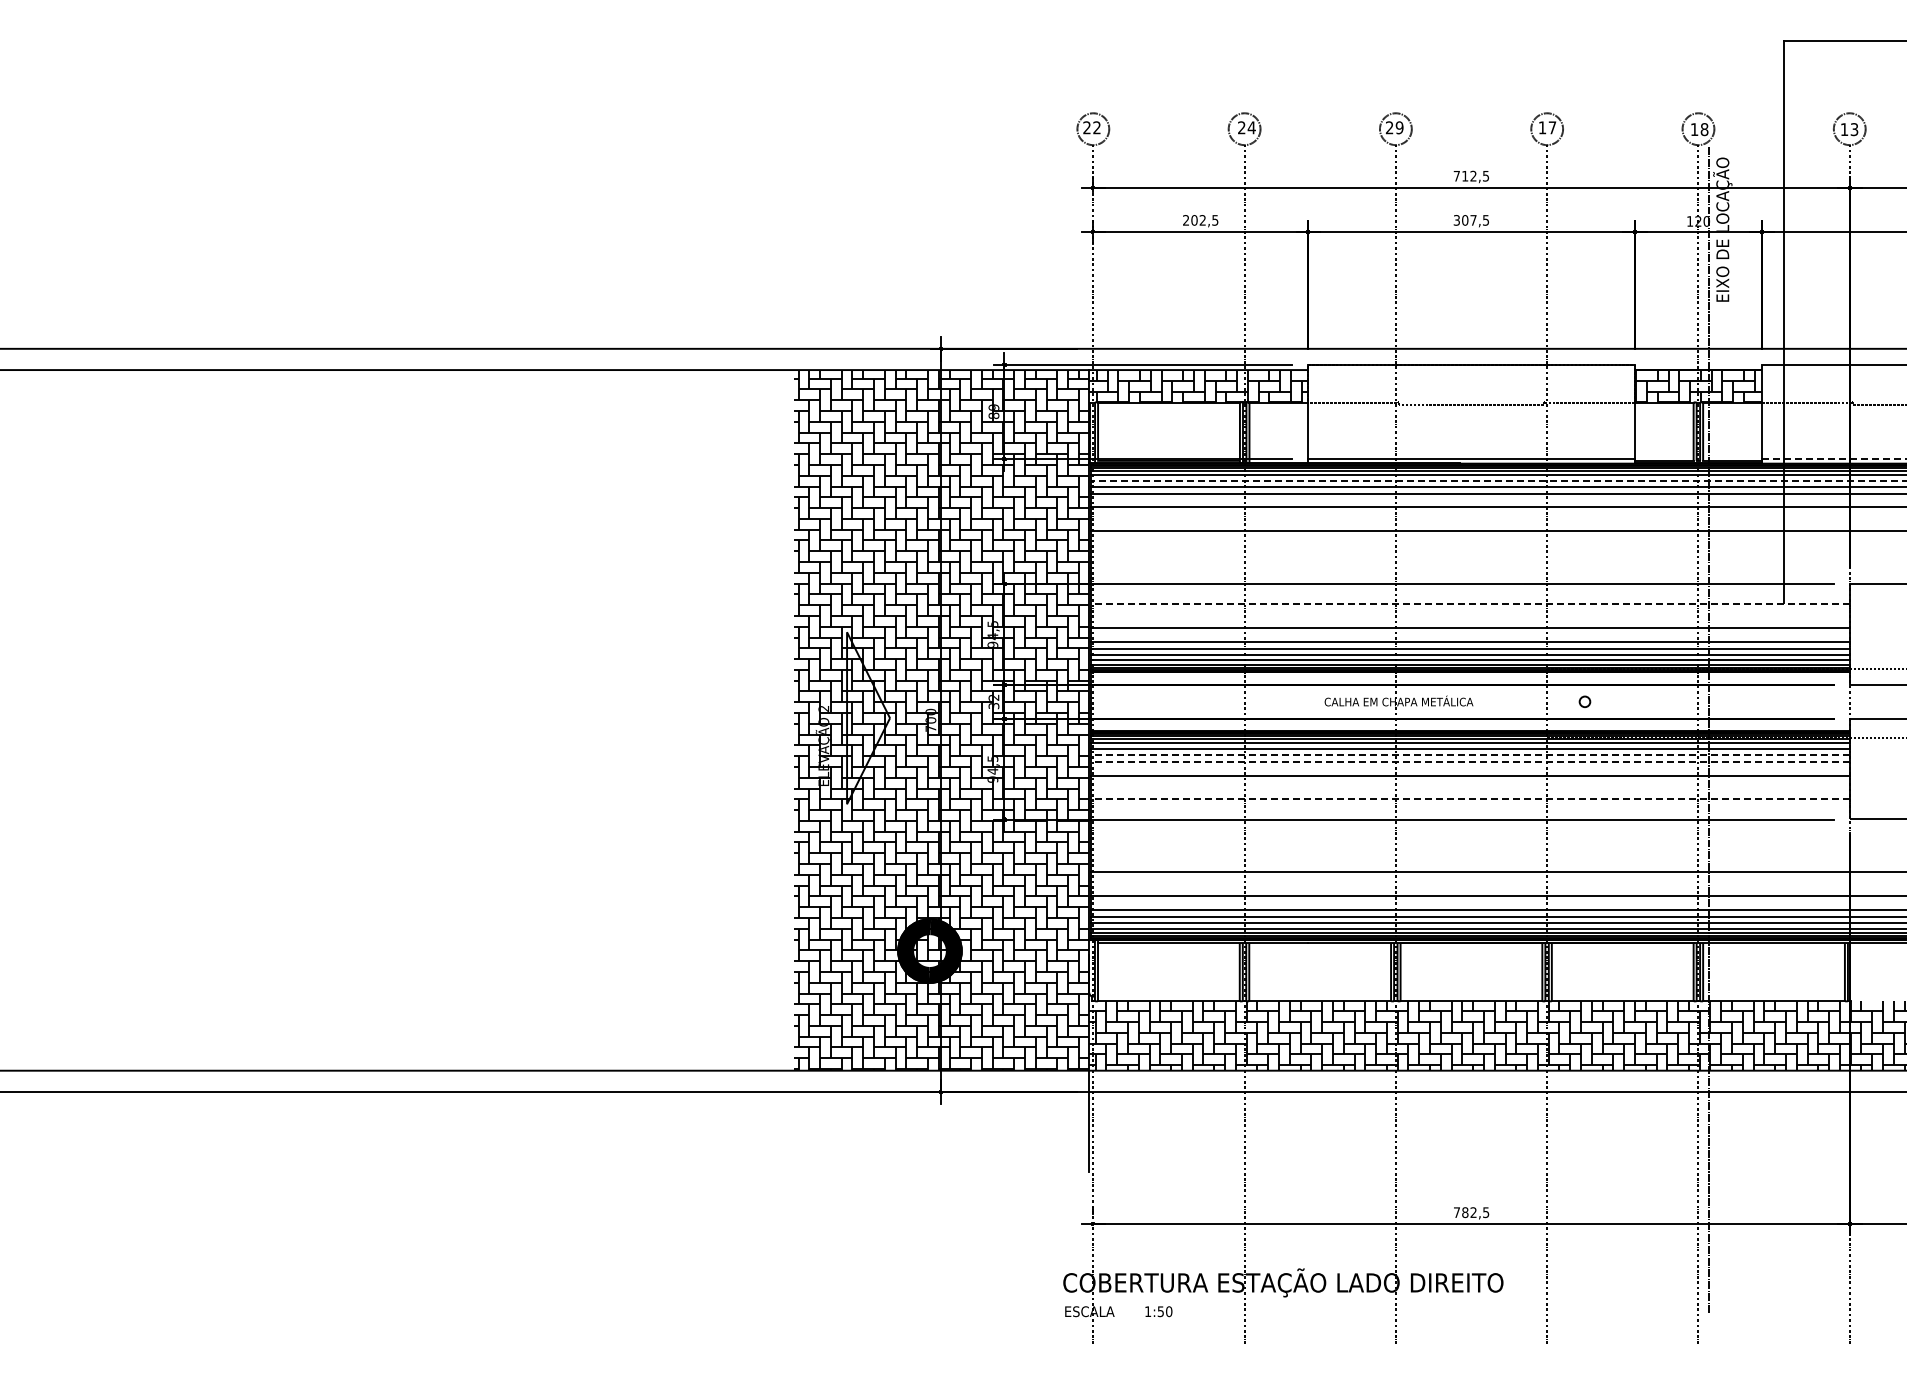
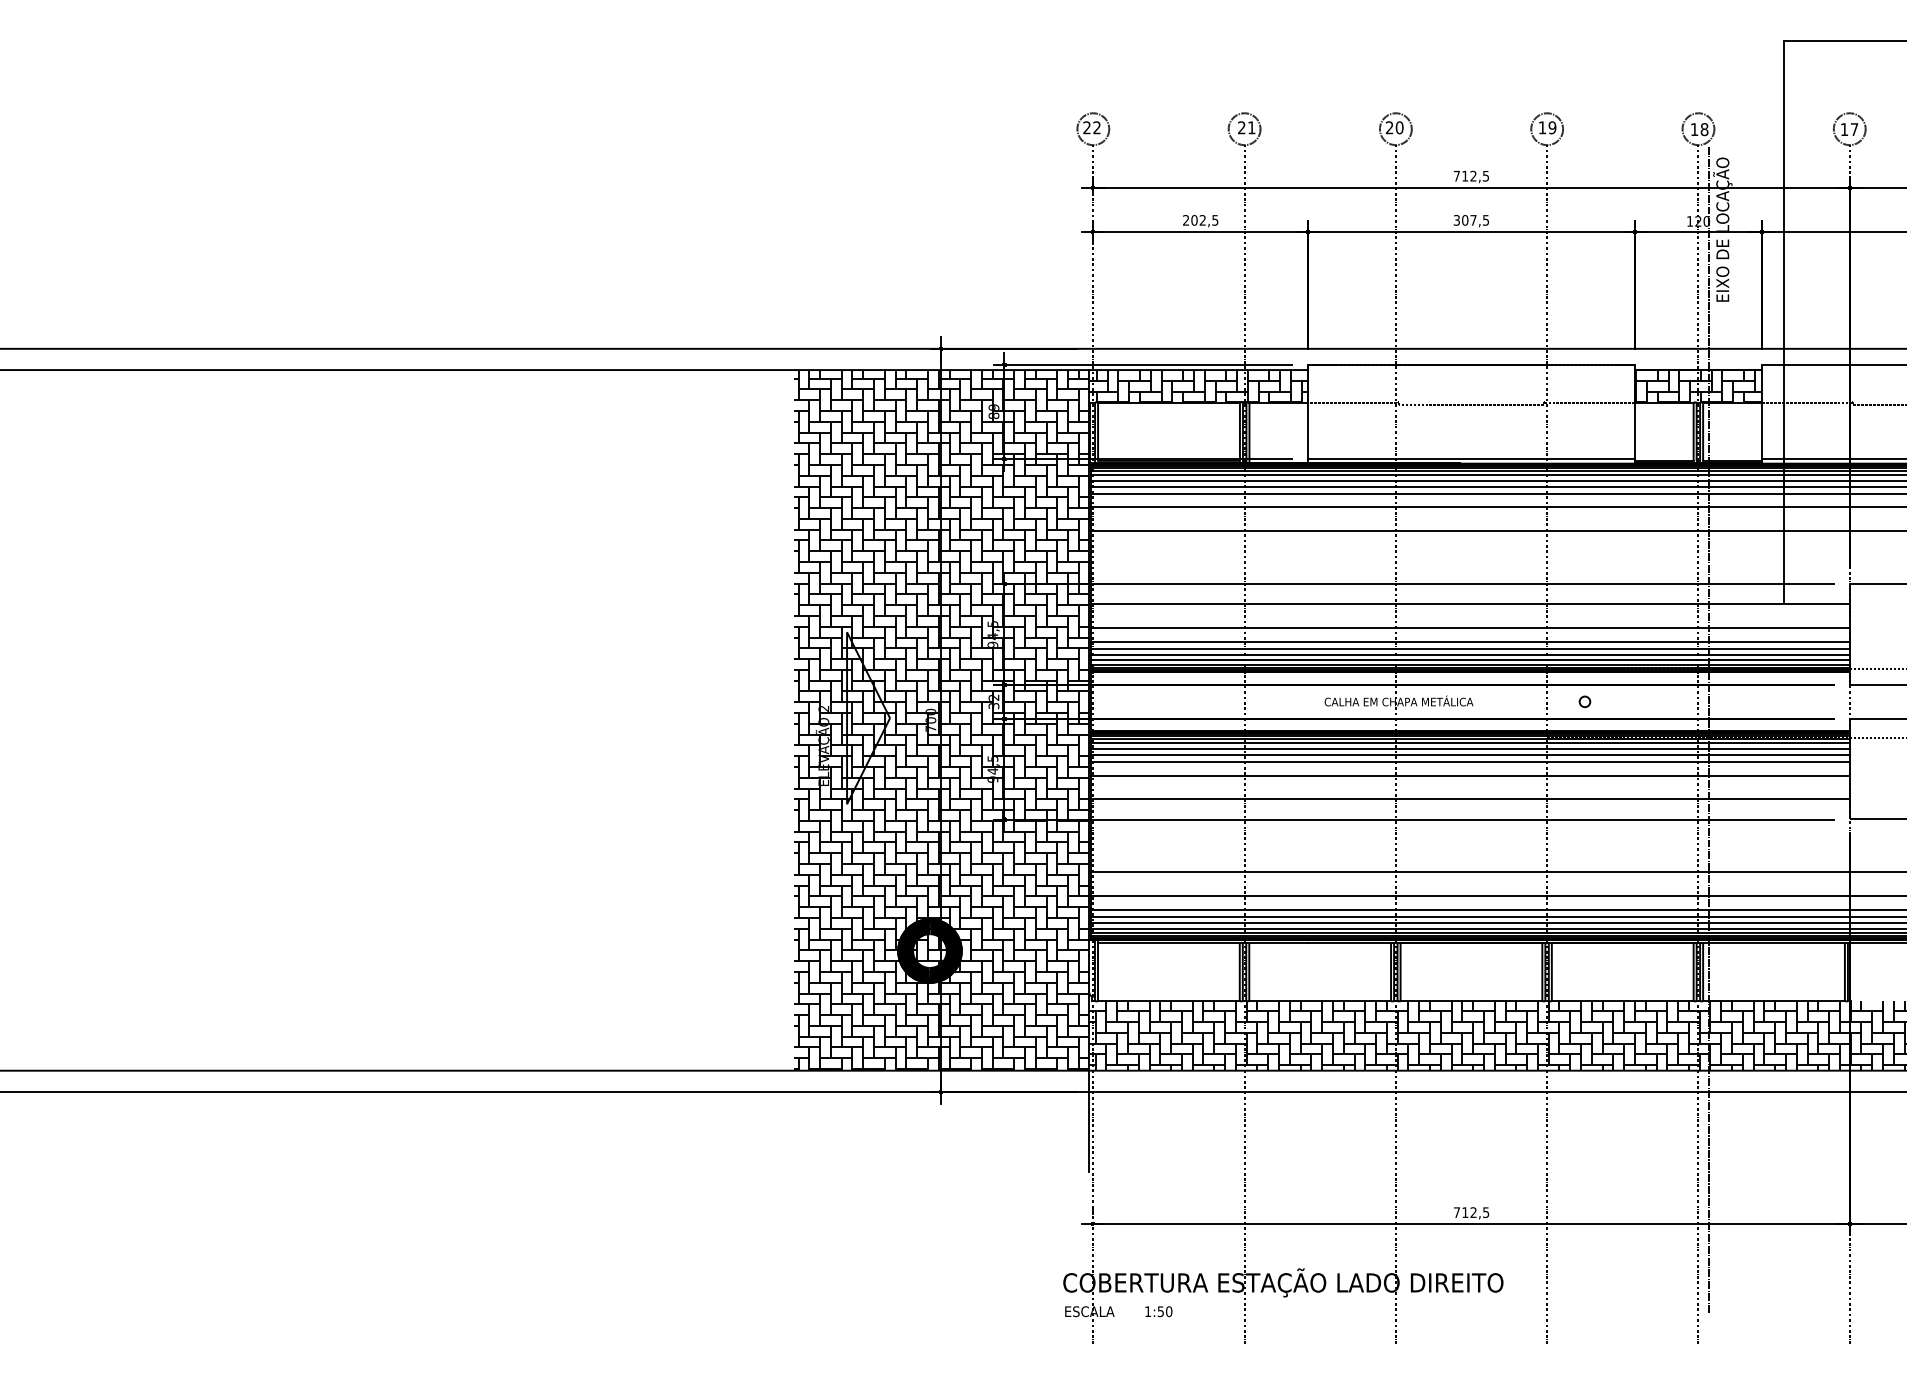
text at (1251, 127): 24 -> 21
text at (1399, 127): 29 -> 20
text at (1552, 127): 17 -> 19
text at (1854, 129): 13 -> 17
line at (1835, 458): dashed -> solid
line at (1498, 480): dashed -> solid
line at (1470, 604): dashed -> solid
line at (1470, 754): dashed -> solid
line at (1470, 761): dashed -> solid
line at (1470, 799): dashed -> solid
text at (1465, 1212): 782,5 -> 712,5
